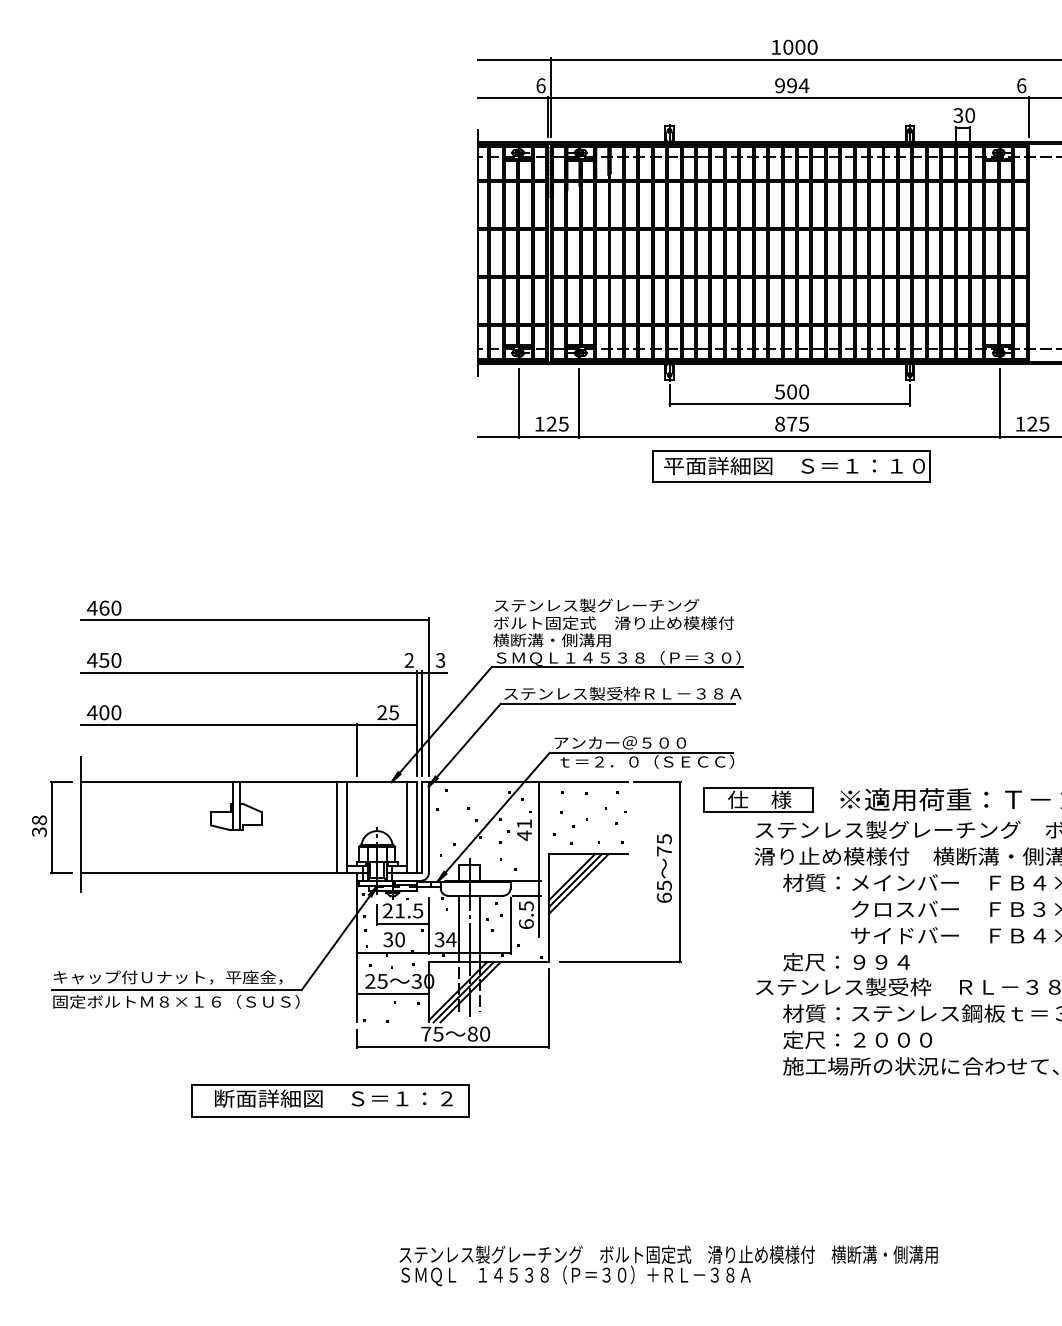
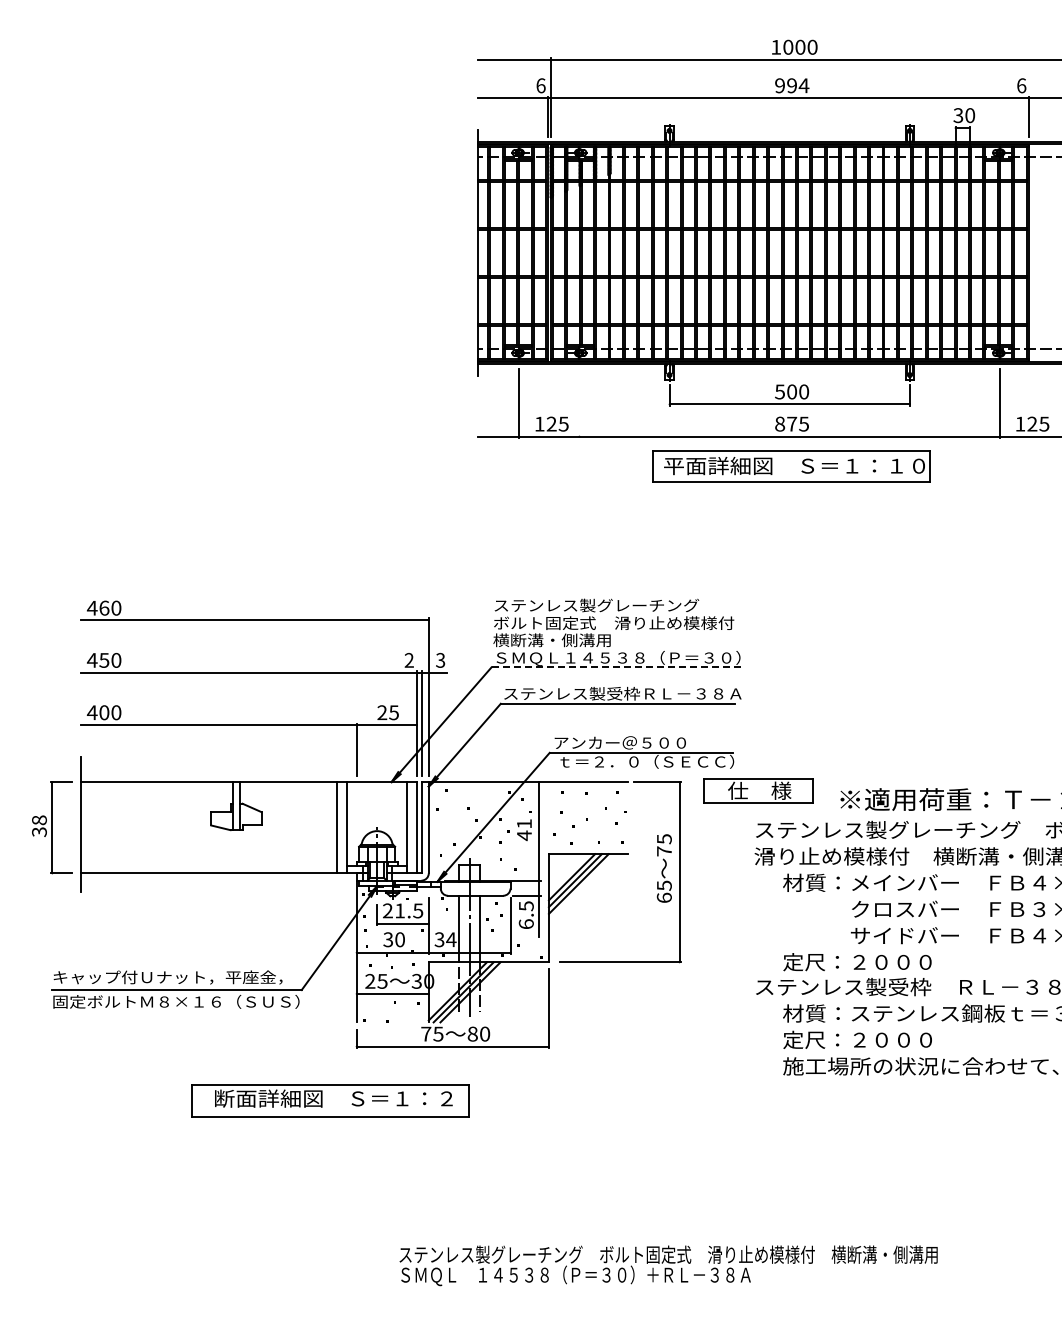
line at (579, 403): present -> none
line at (617, 667): solid -> dashed
part at (758, 799) position: (758, 799) -> (758, 790)
text at (892, 961): 定尺：９９４ -> 定尺：２０００
